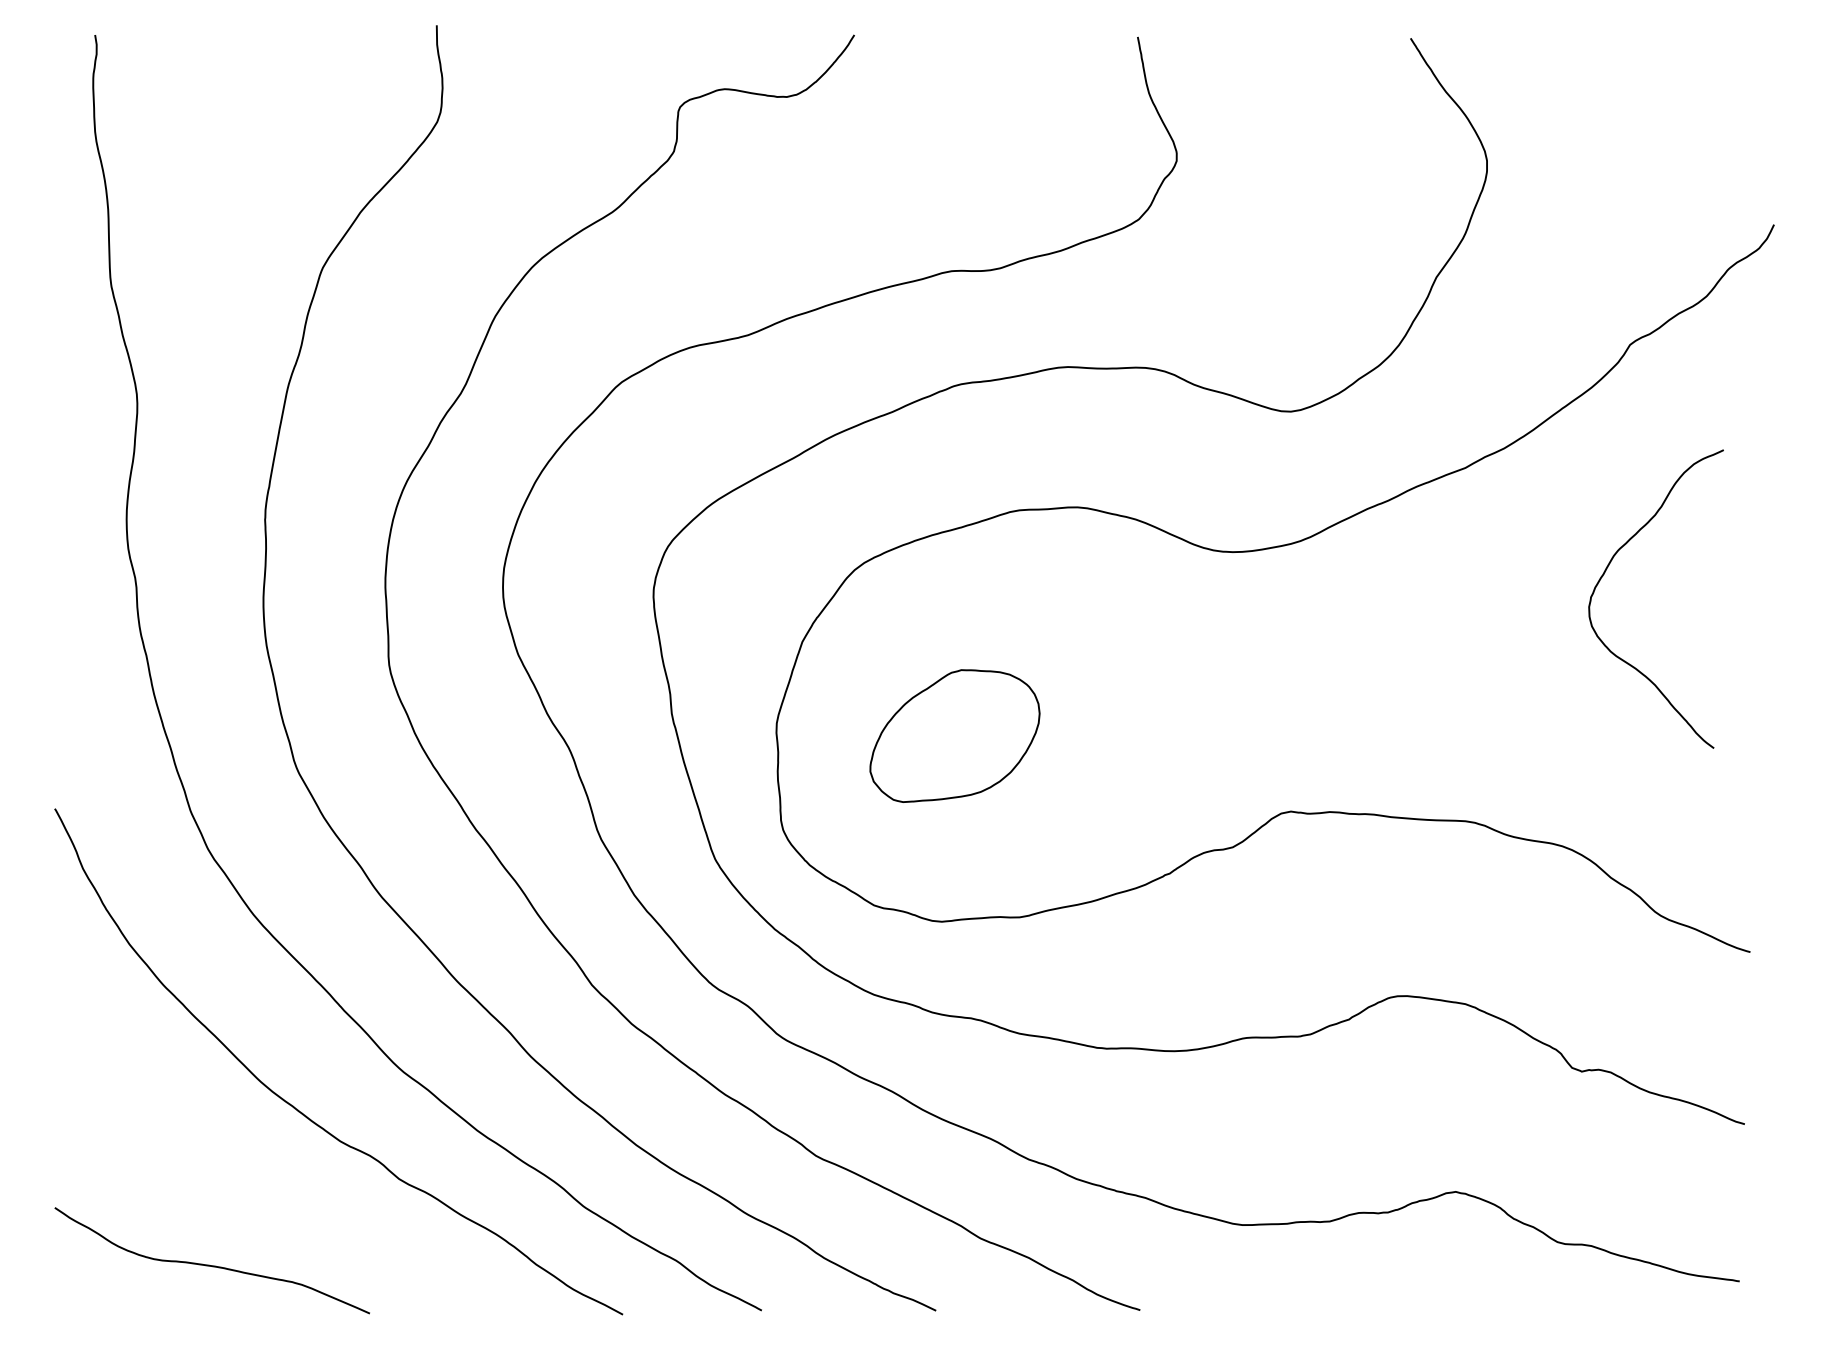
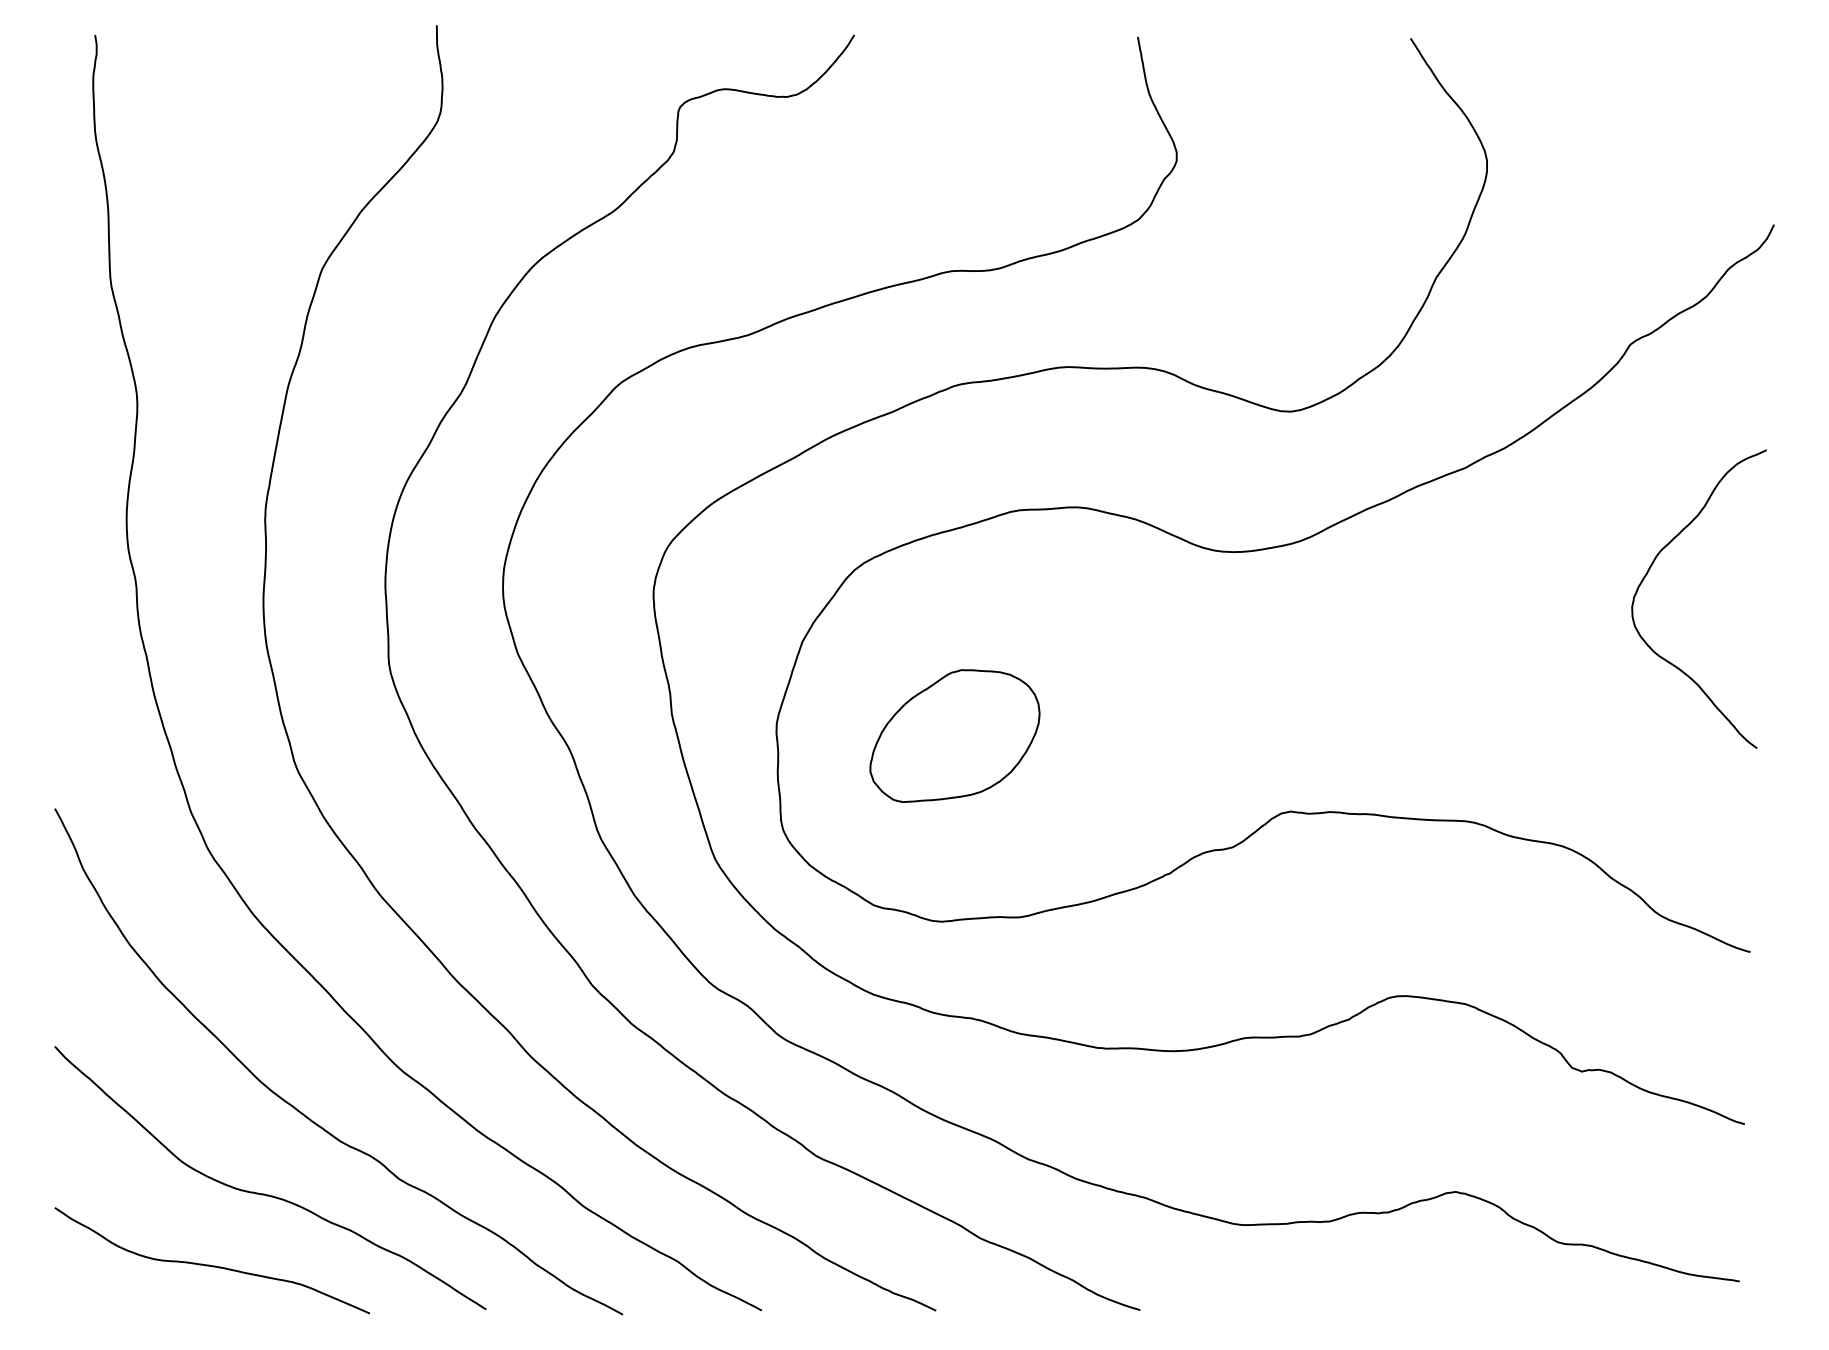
curve at (1607, 569) position: (1607, 569) -> (1650, 569)
curve at (268, 1194): none -> present
